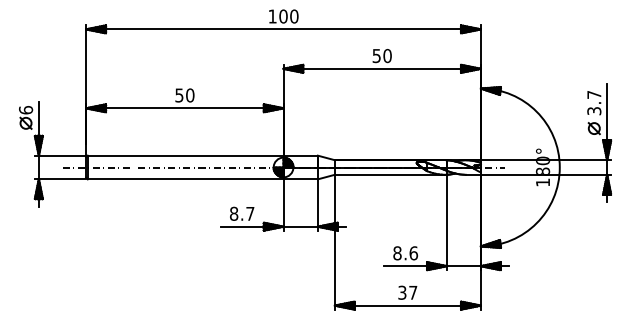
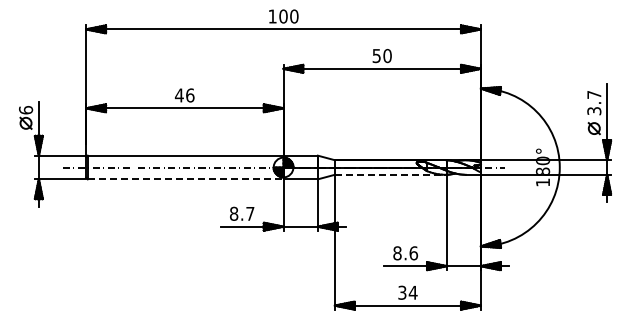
text at (184, 95): 50 -> 46
line at (390, 174): solid -> dashed
line at (185, 179): solid -> dashed
text at (412, 292): 37 -> 34
